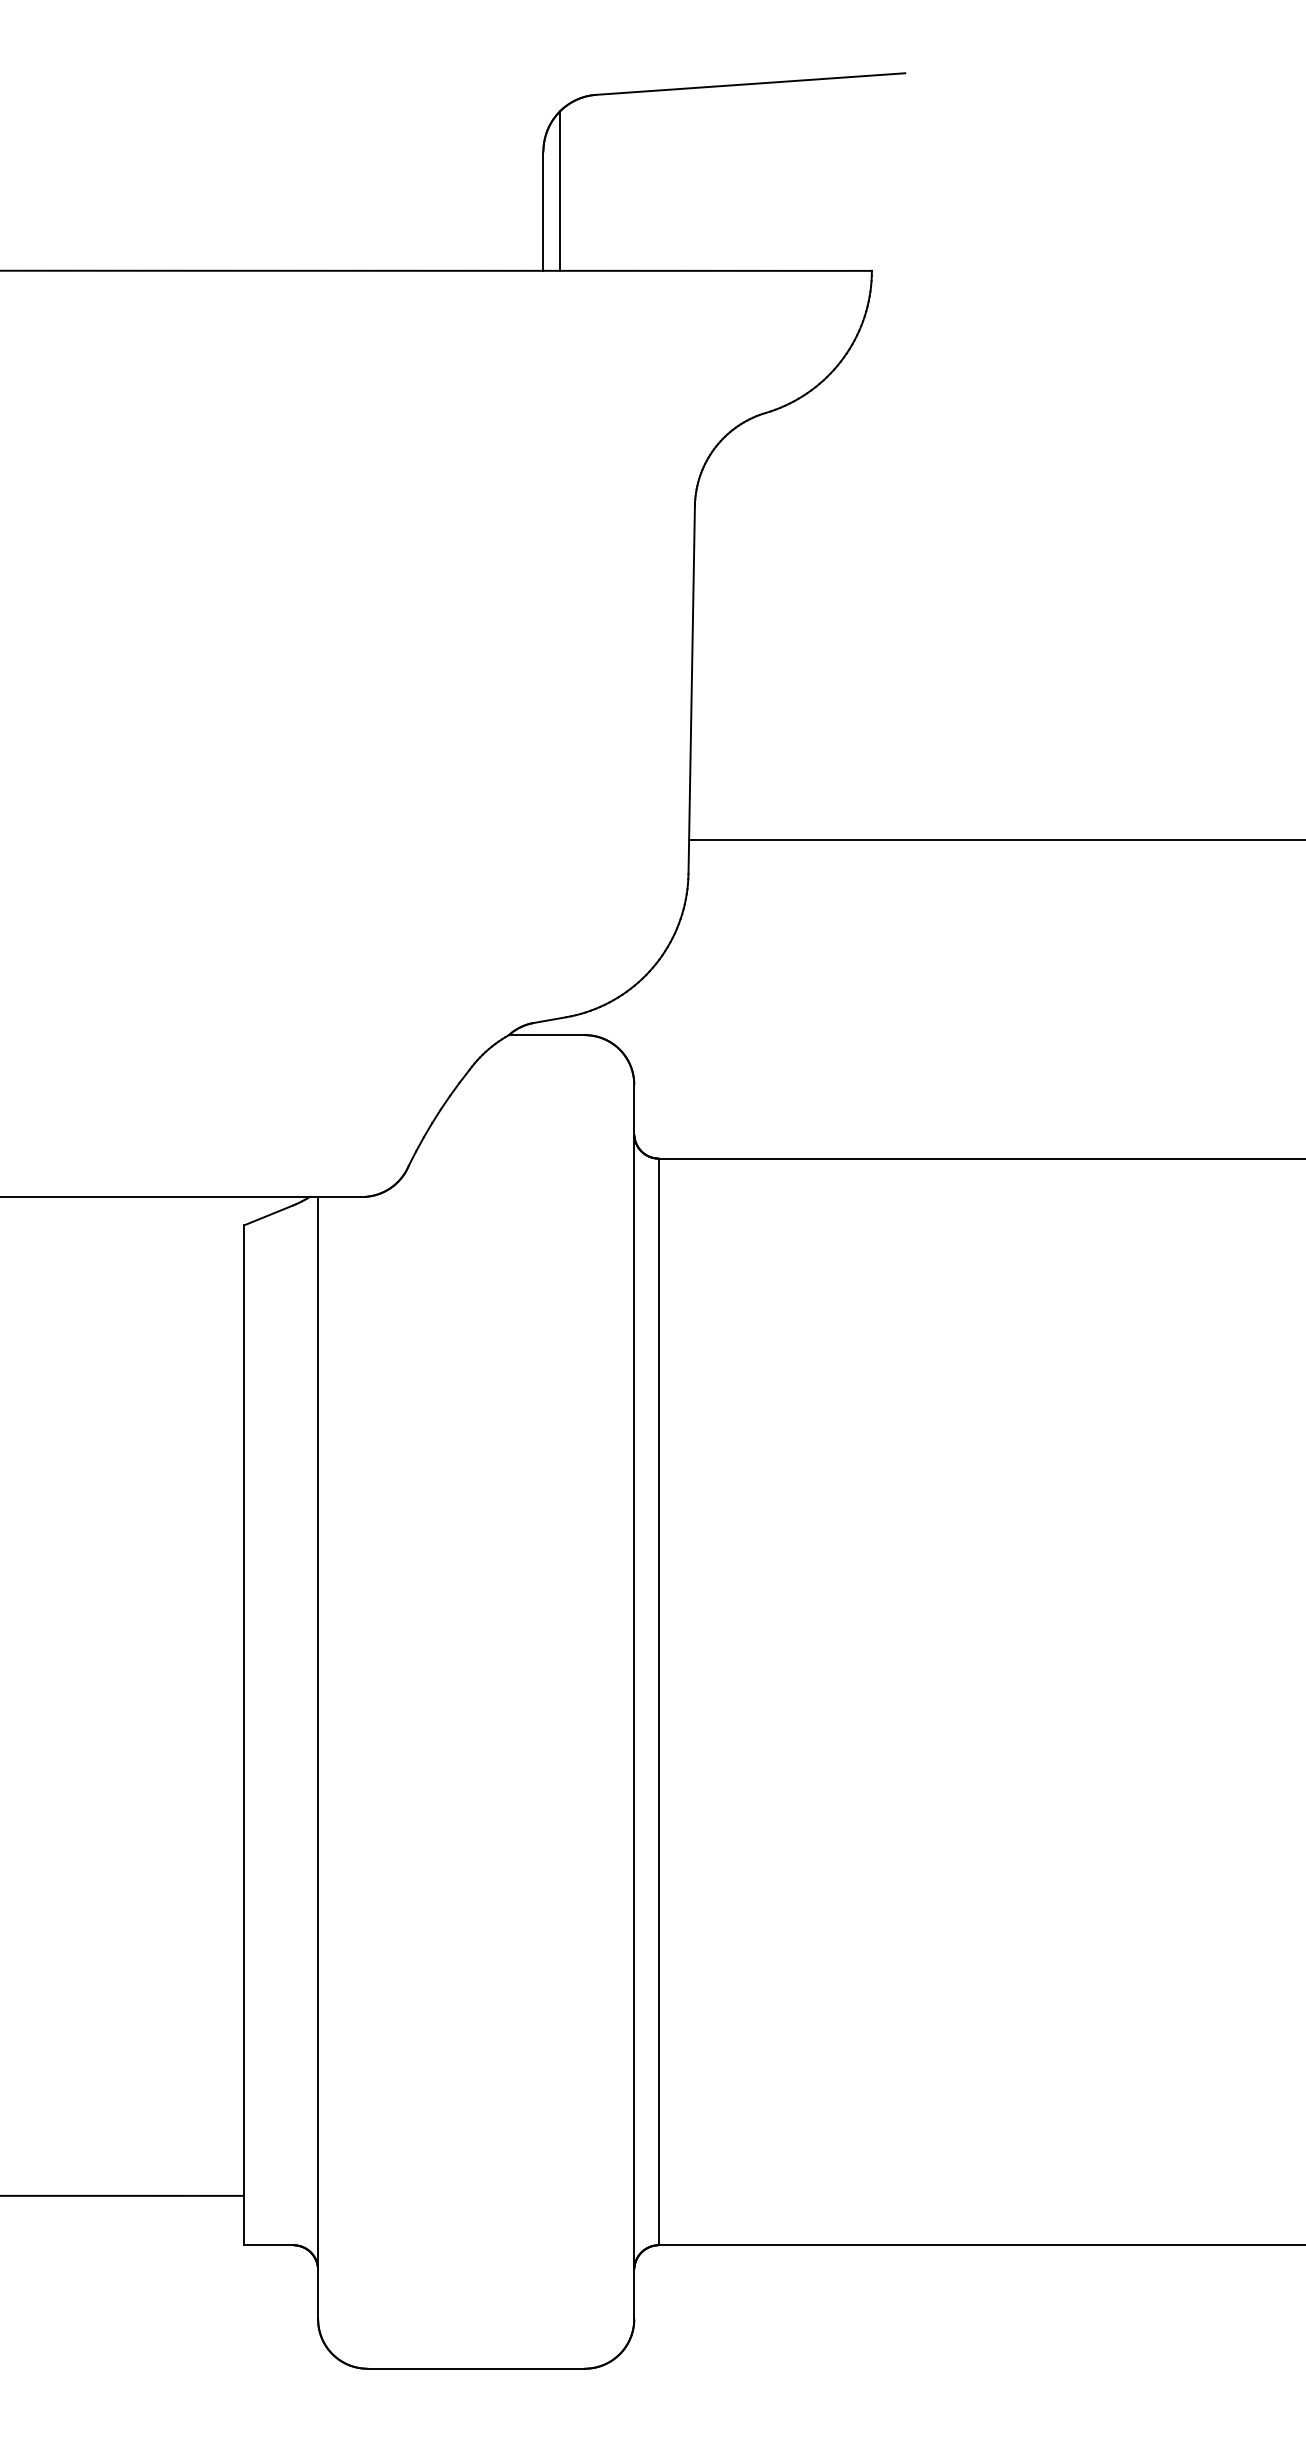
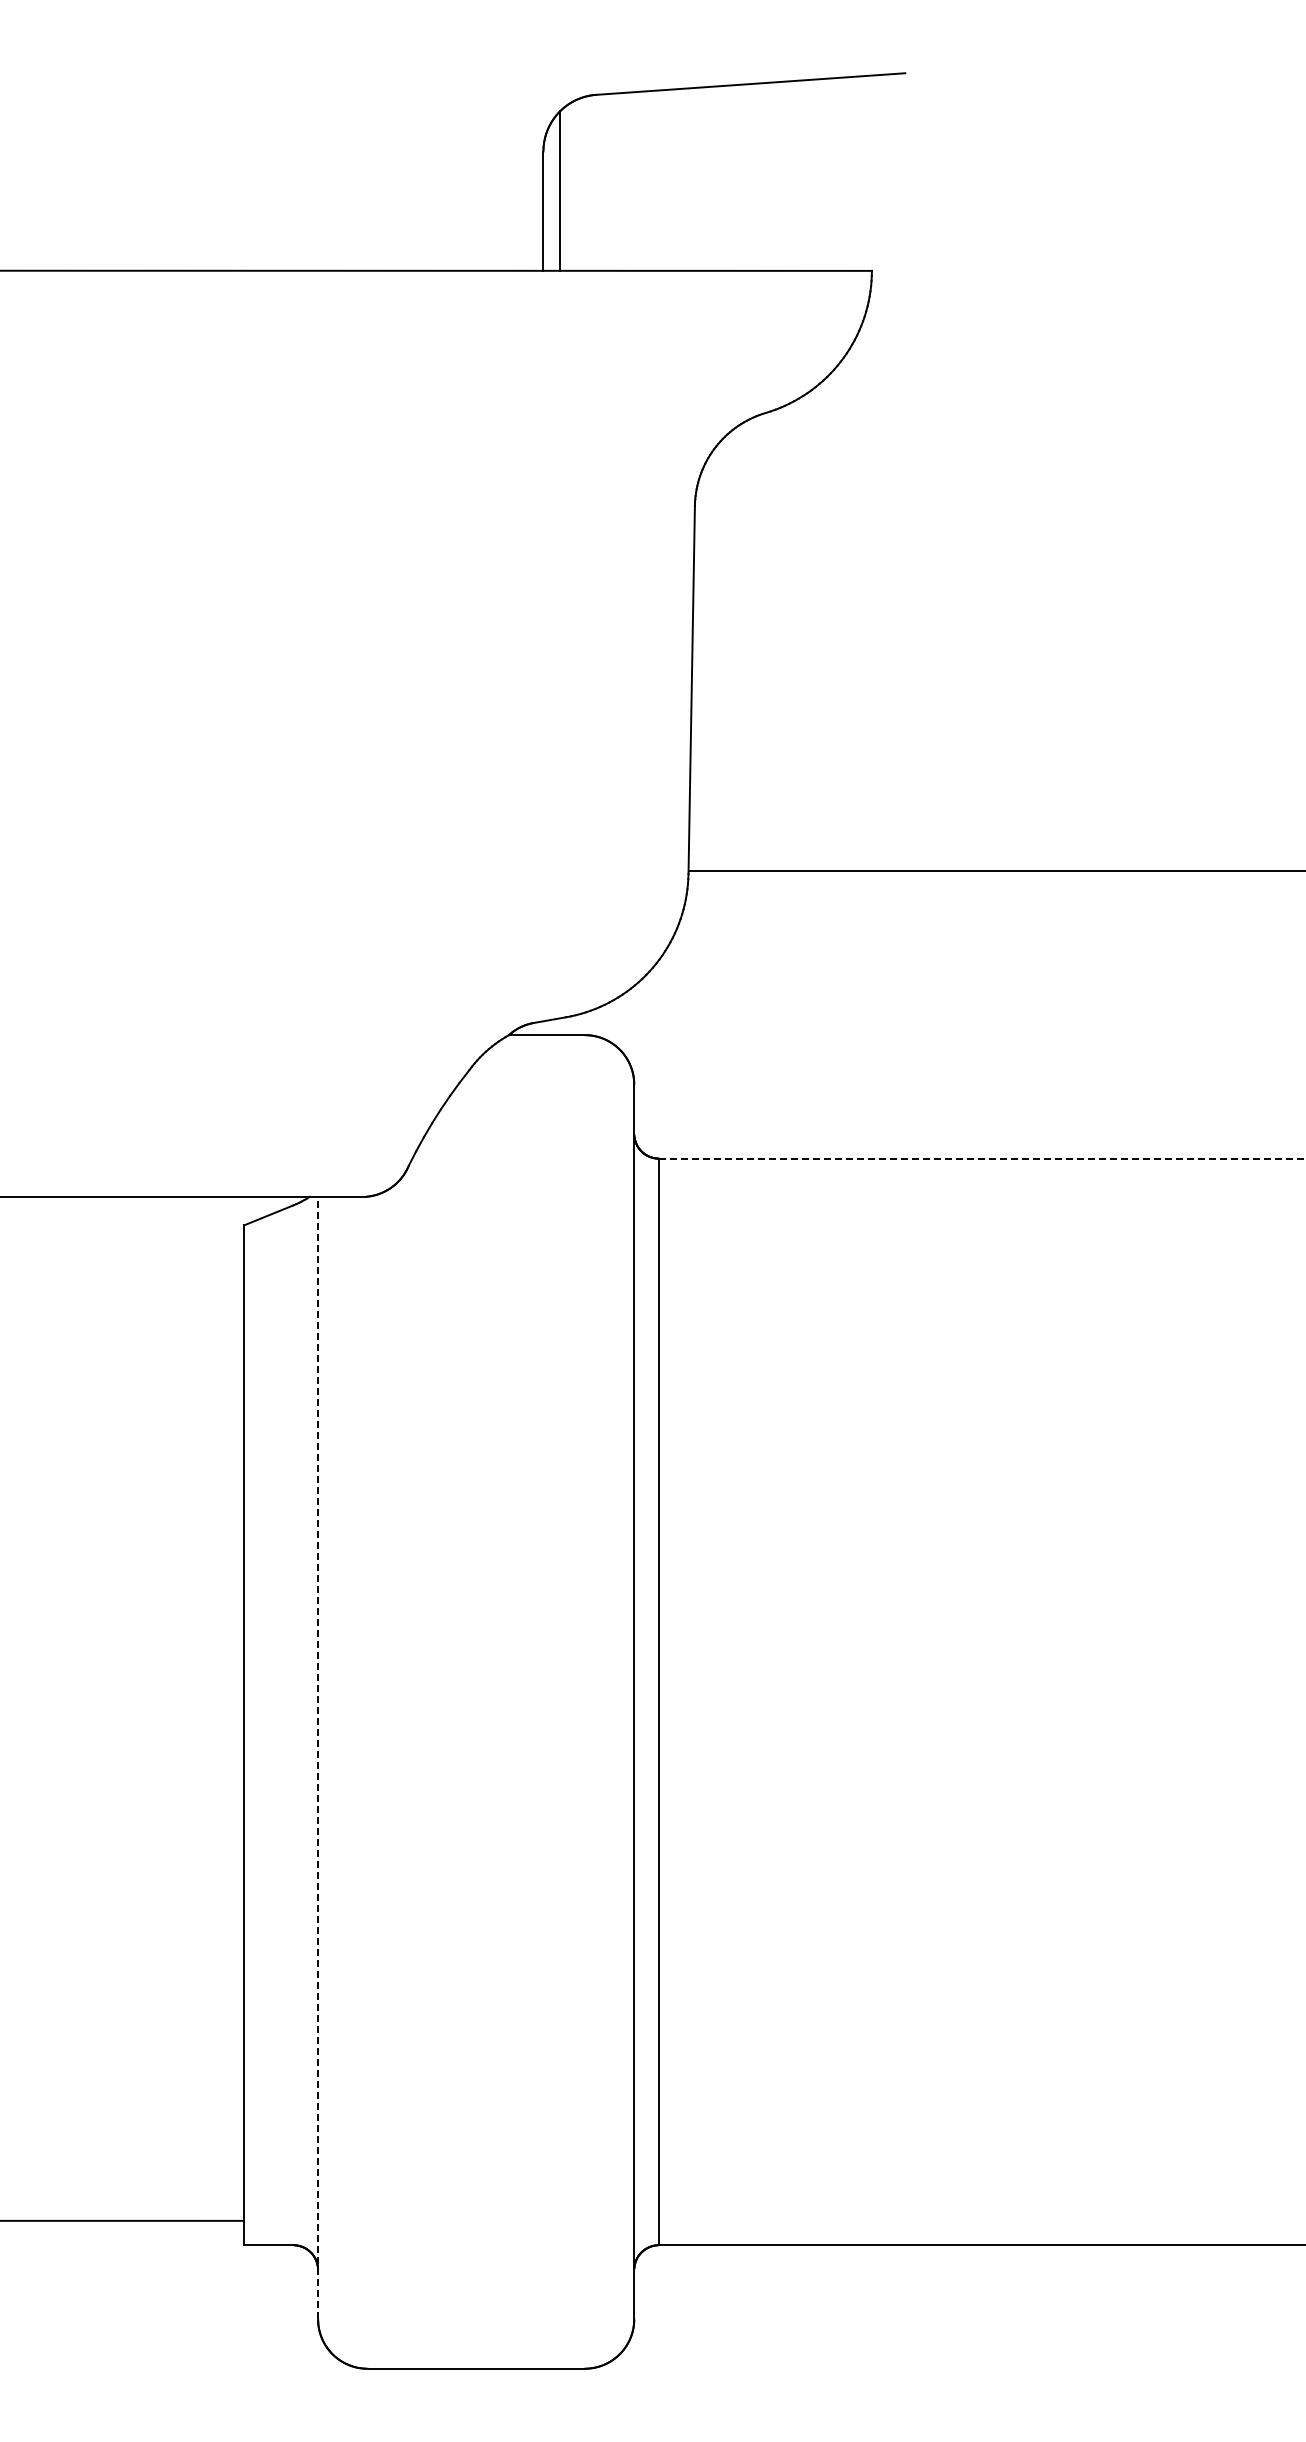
line at (995, 840) position: (995, 840) -> (995, 871)
line at (982, 1158): solid -> dashed
line at (318, 1757): solid -> dashed
line at (123, 2195) position: (123, 2195) -> (123, 2220)
